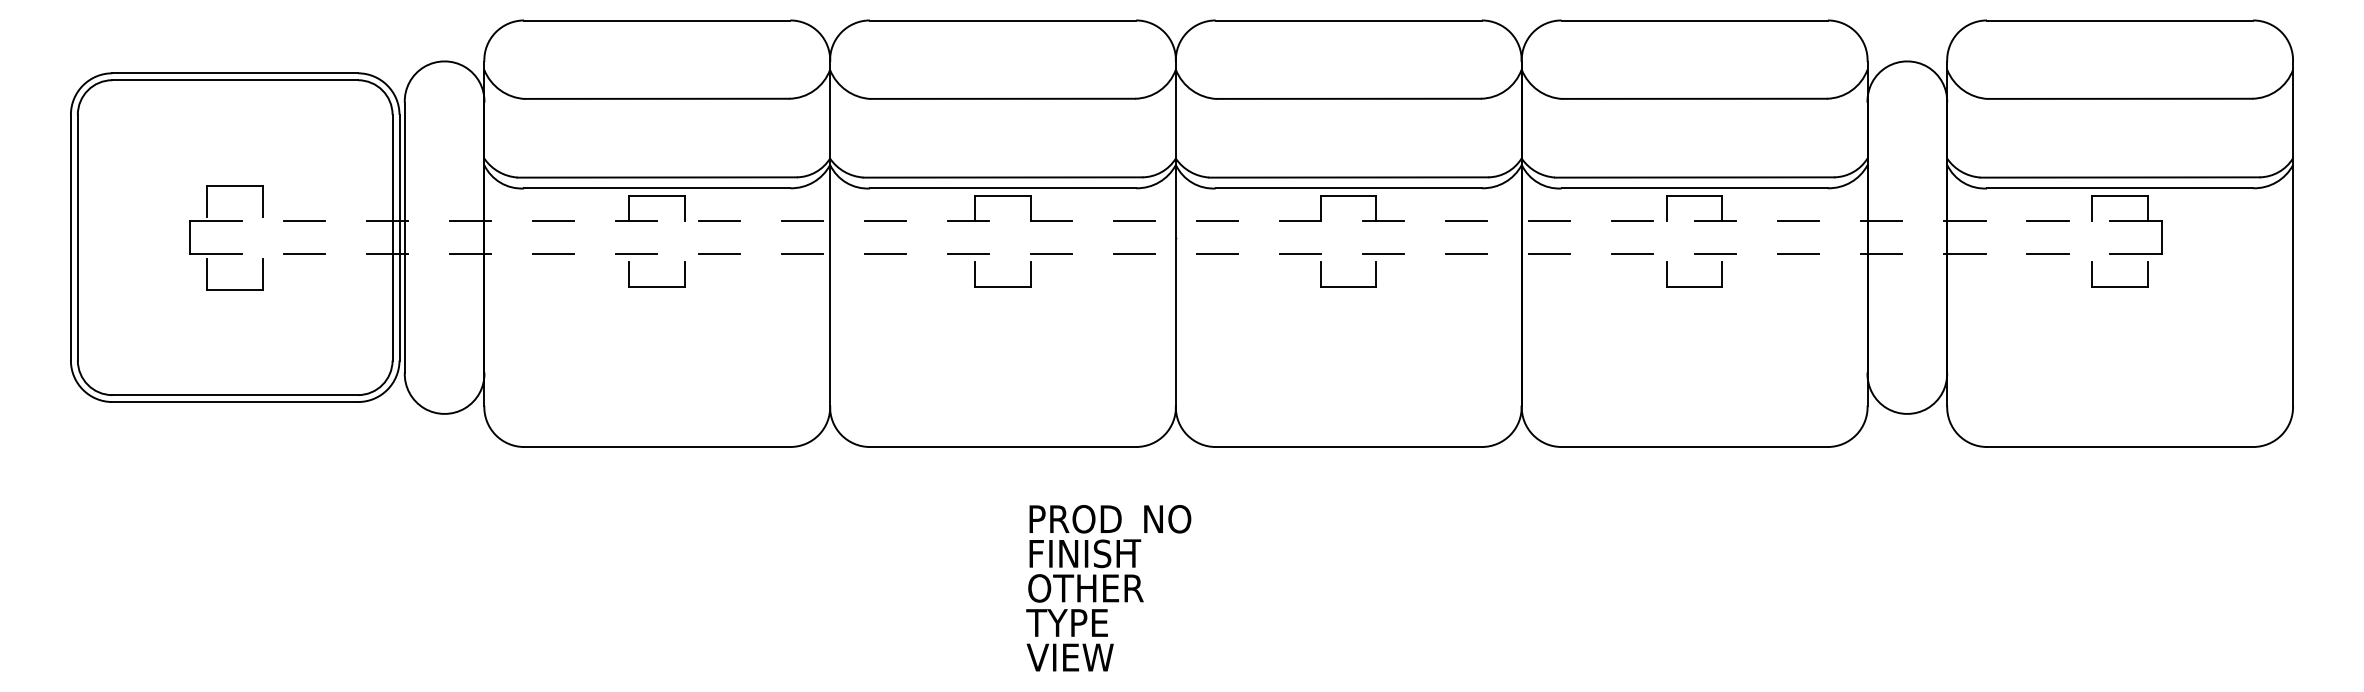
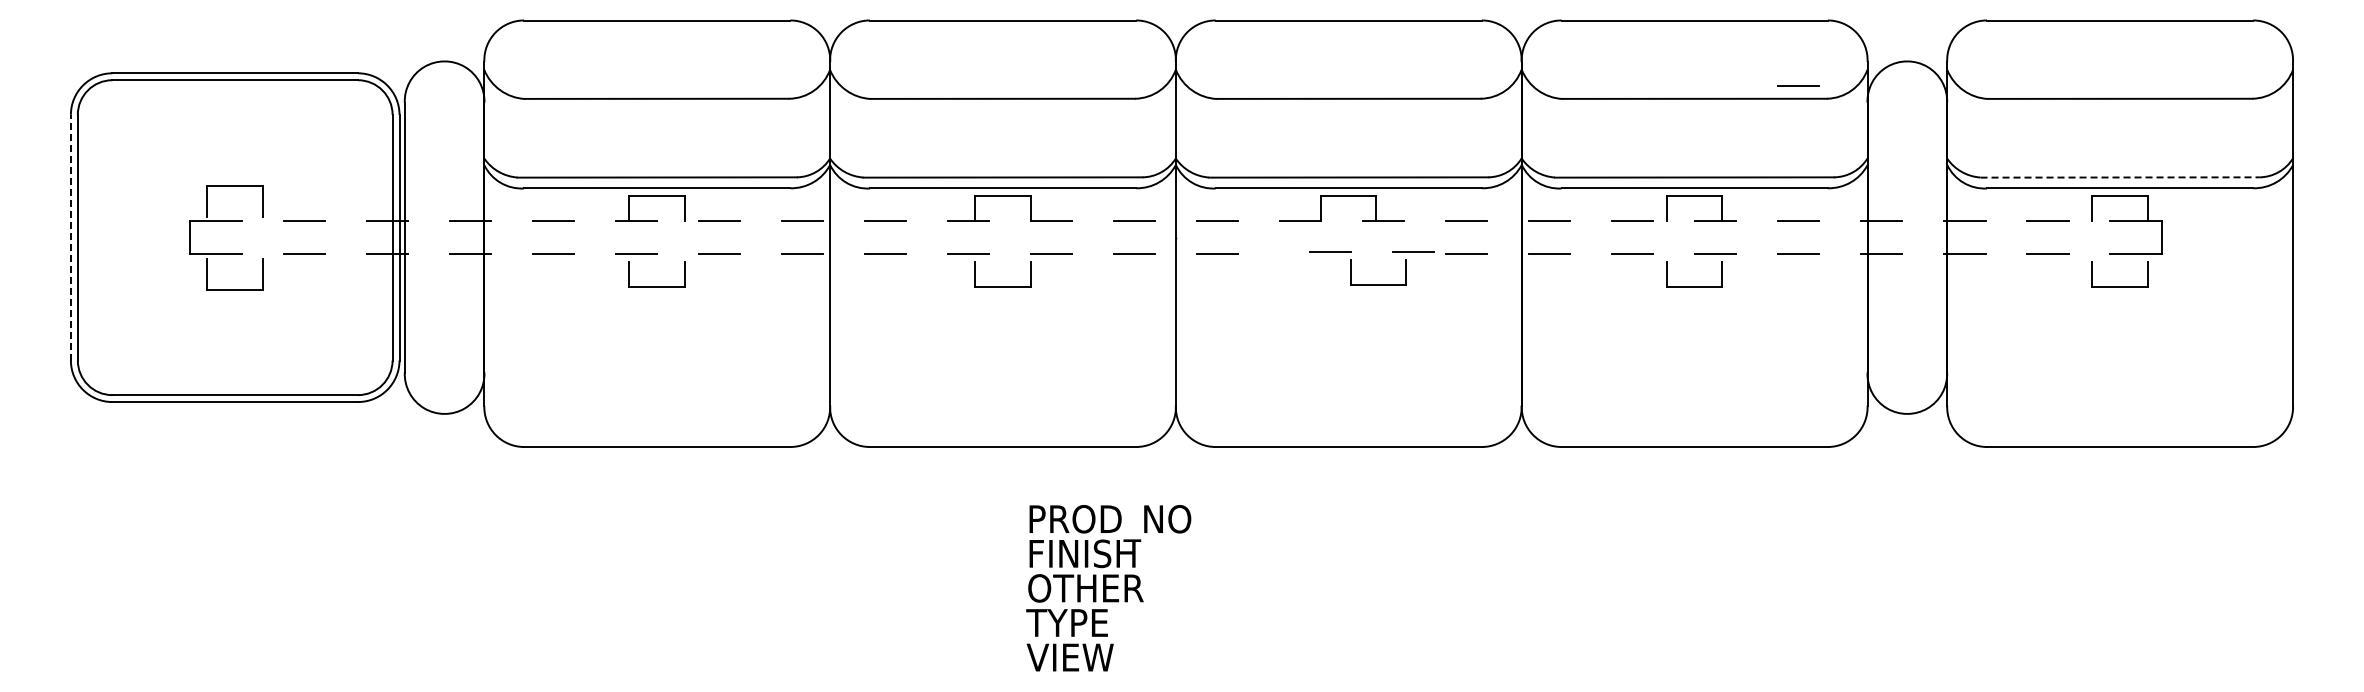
line at (1798, 85): none -> present
line at (2120, 177): solid -> dashed
line at (70, 237): solid -> dashed
part at (1341, 286) position: (1341, 286) -> (1371, 284)
